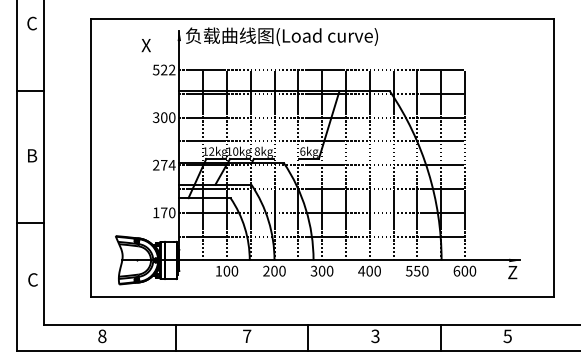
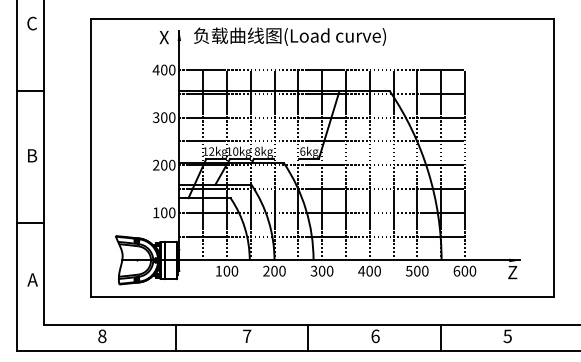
text at (281, 36) position: (281, 36) -> (289, 36)
text at (145, 45) position: (145, 45) -> (163, 37)
text at (163, 69): 522 -> 400
text at (168, 164): 274 -> 200
text at (164, 212): 170 -> 100
text at (417, 270): 550 -> 500
text at (32, 279): C -> A
text at (375, 336): 3 -> 6
